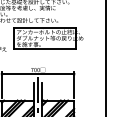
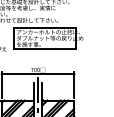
line at (105, 57): present -> none
